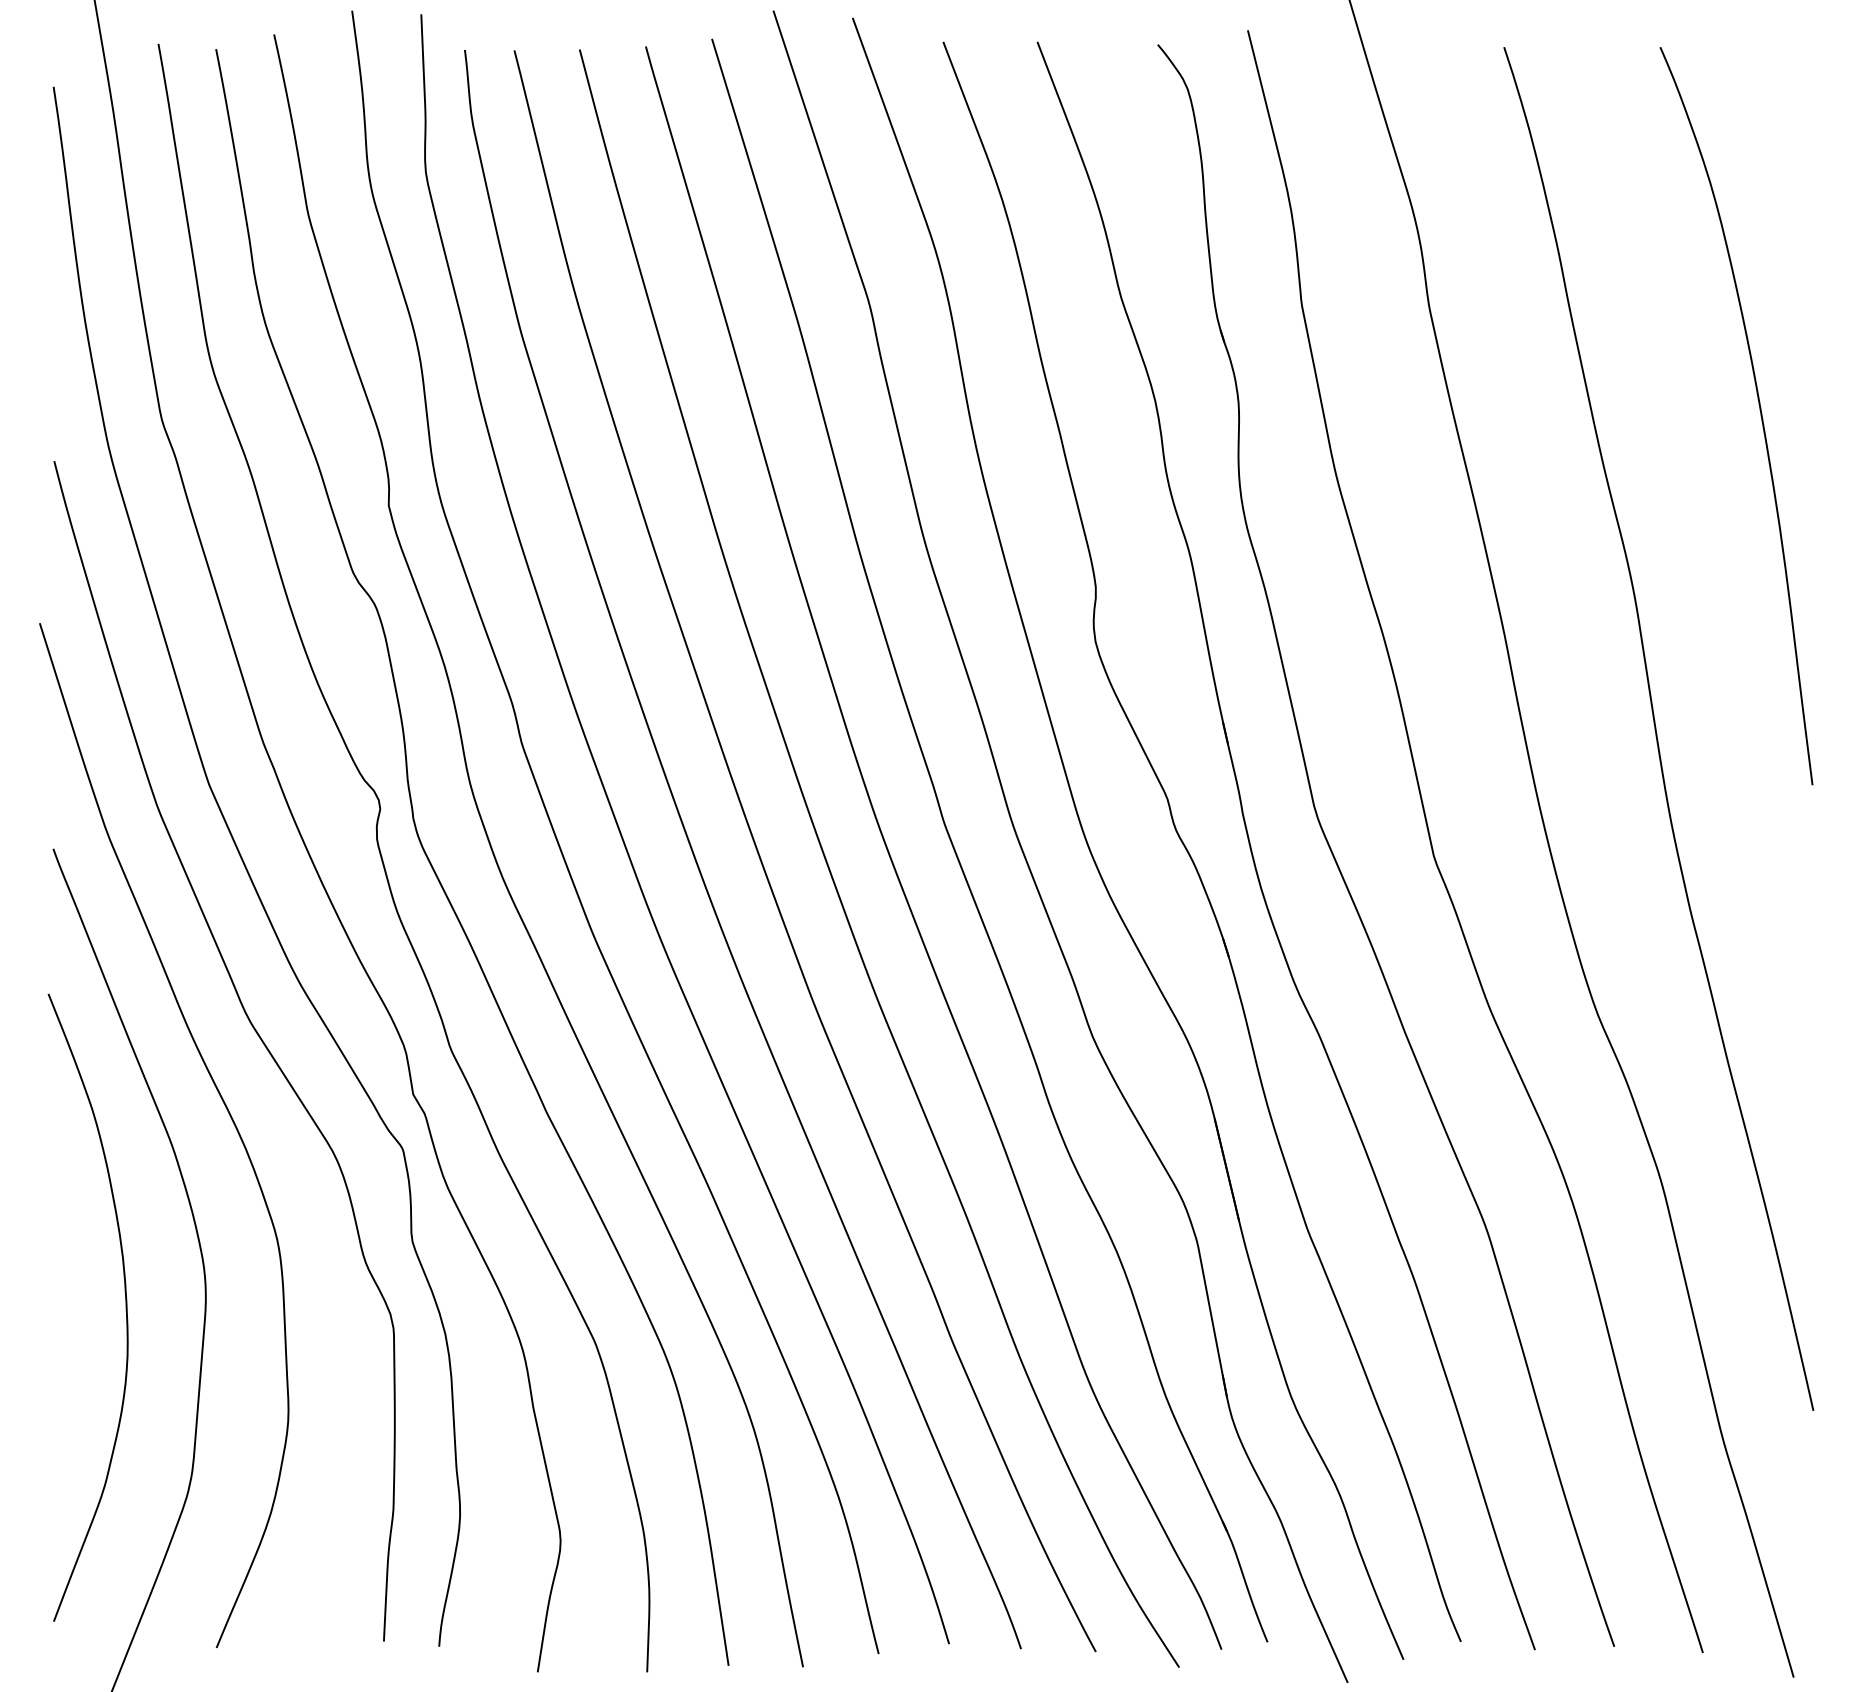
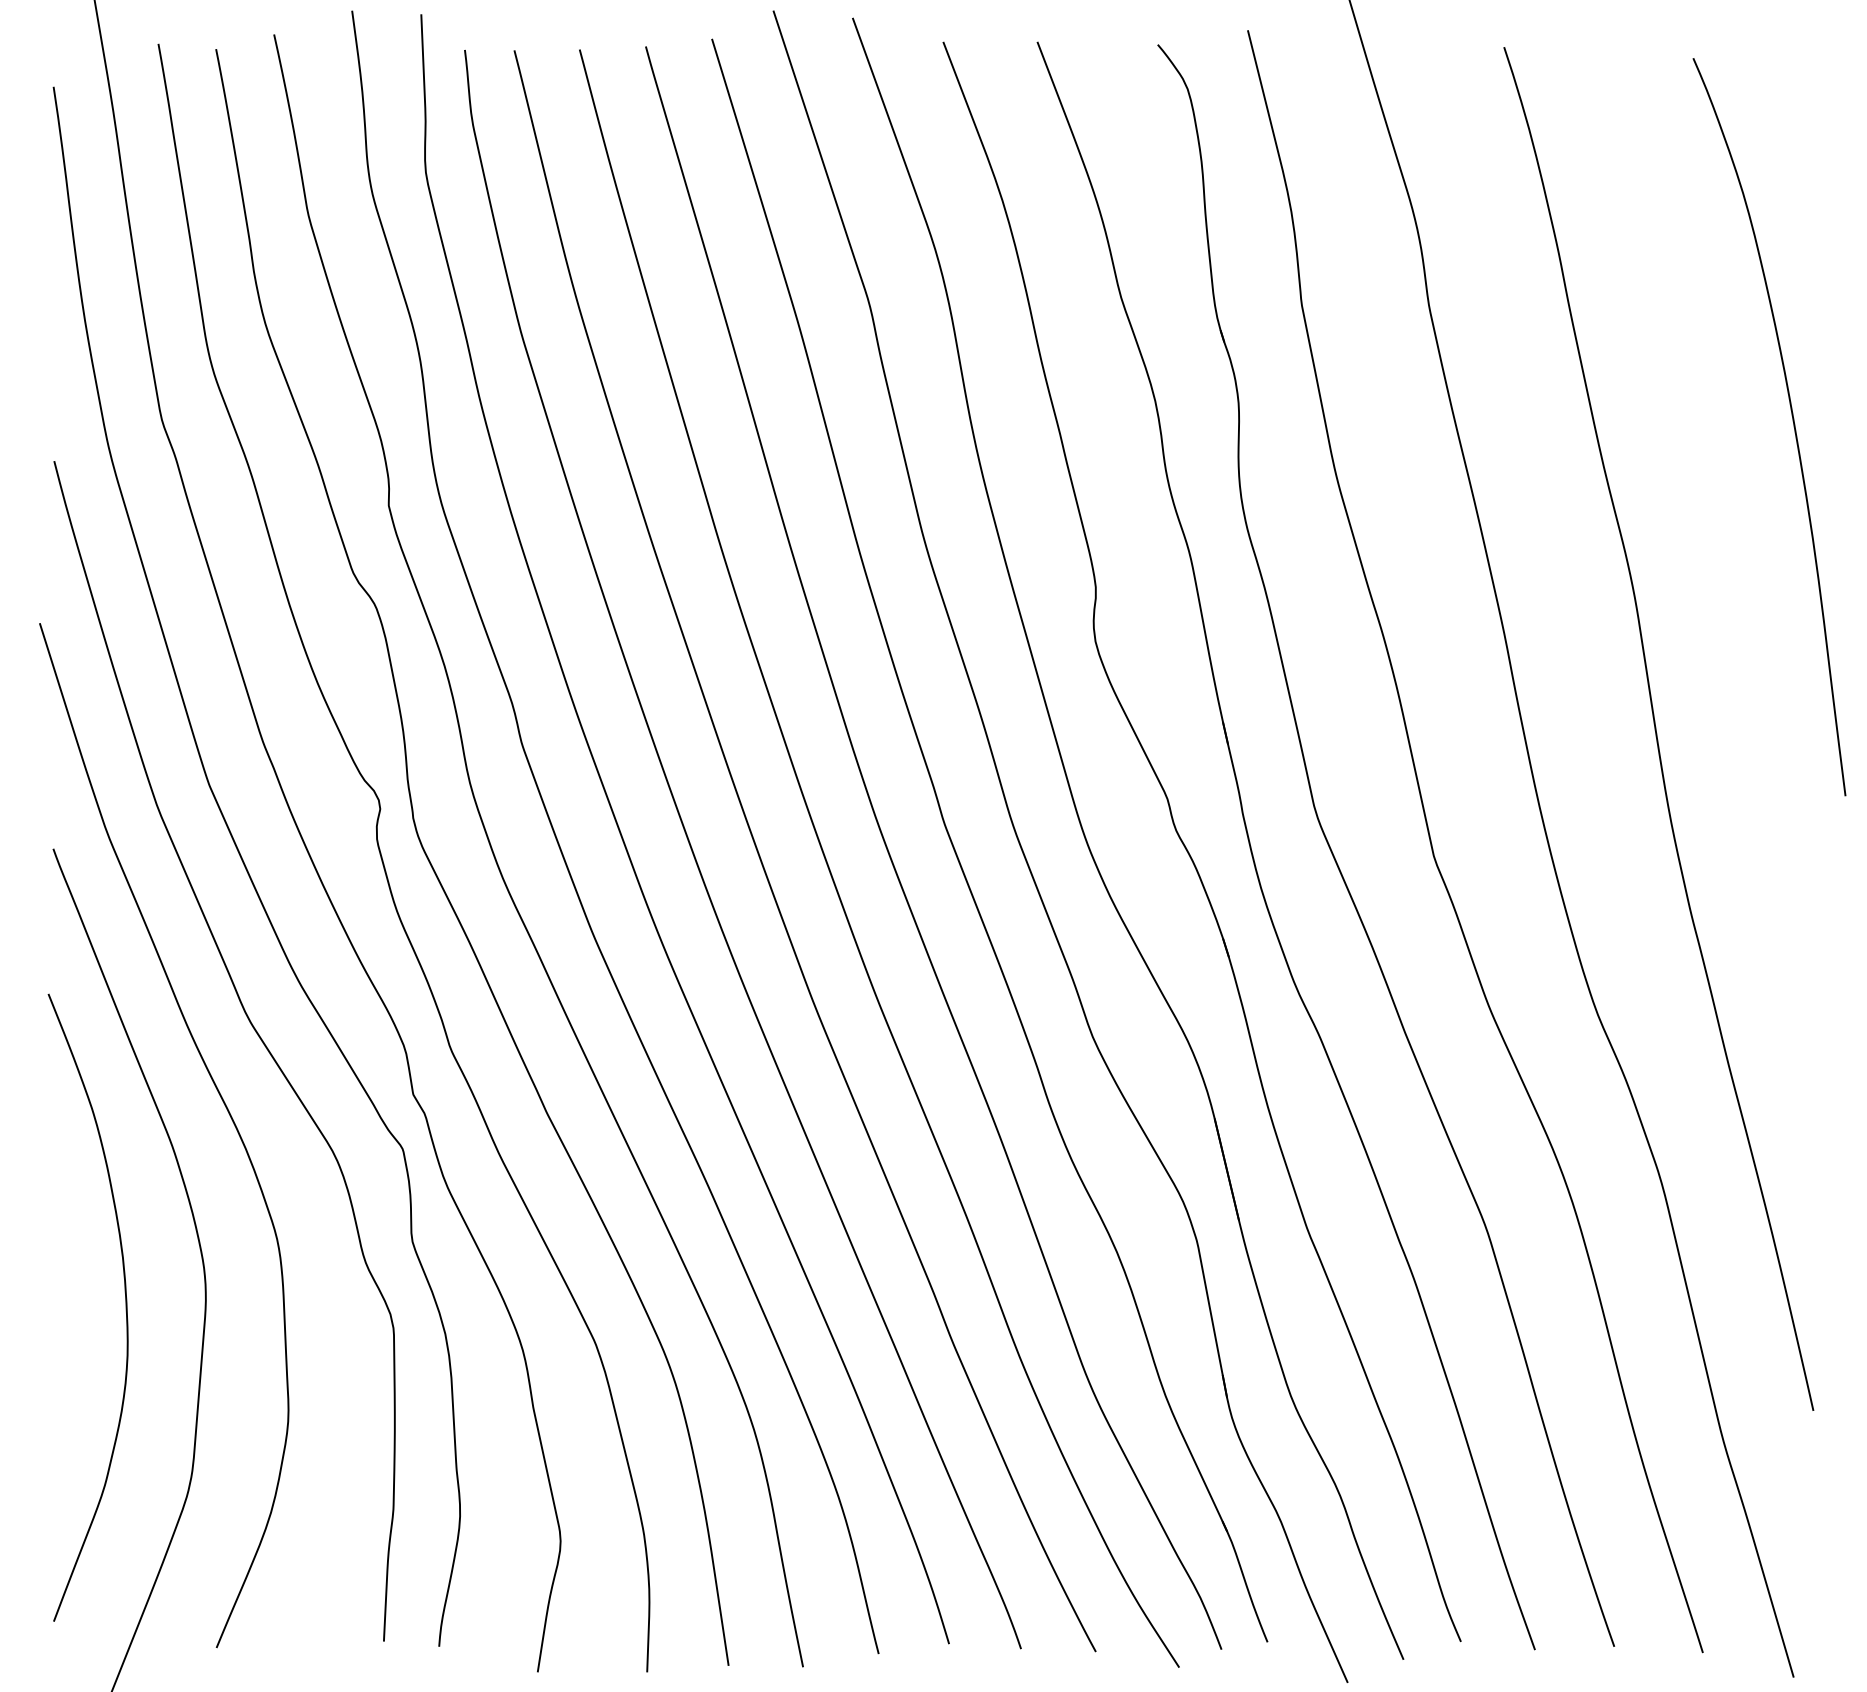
curve at (1759, 410) position: (1759, 410) -> (1792, 421)
